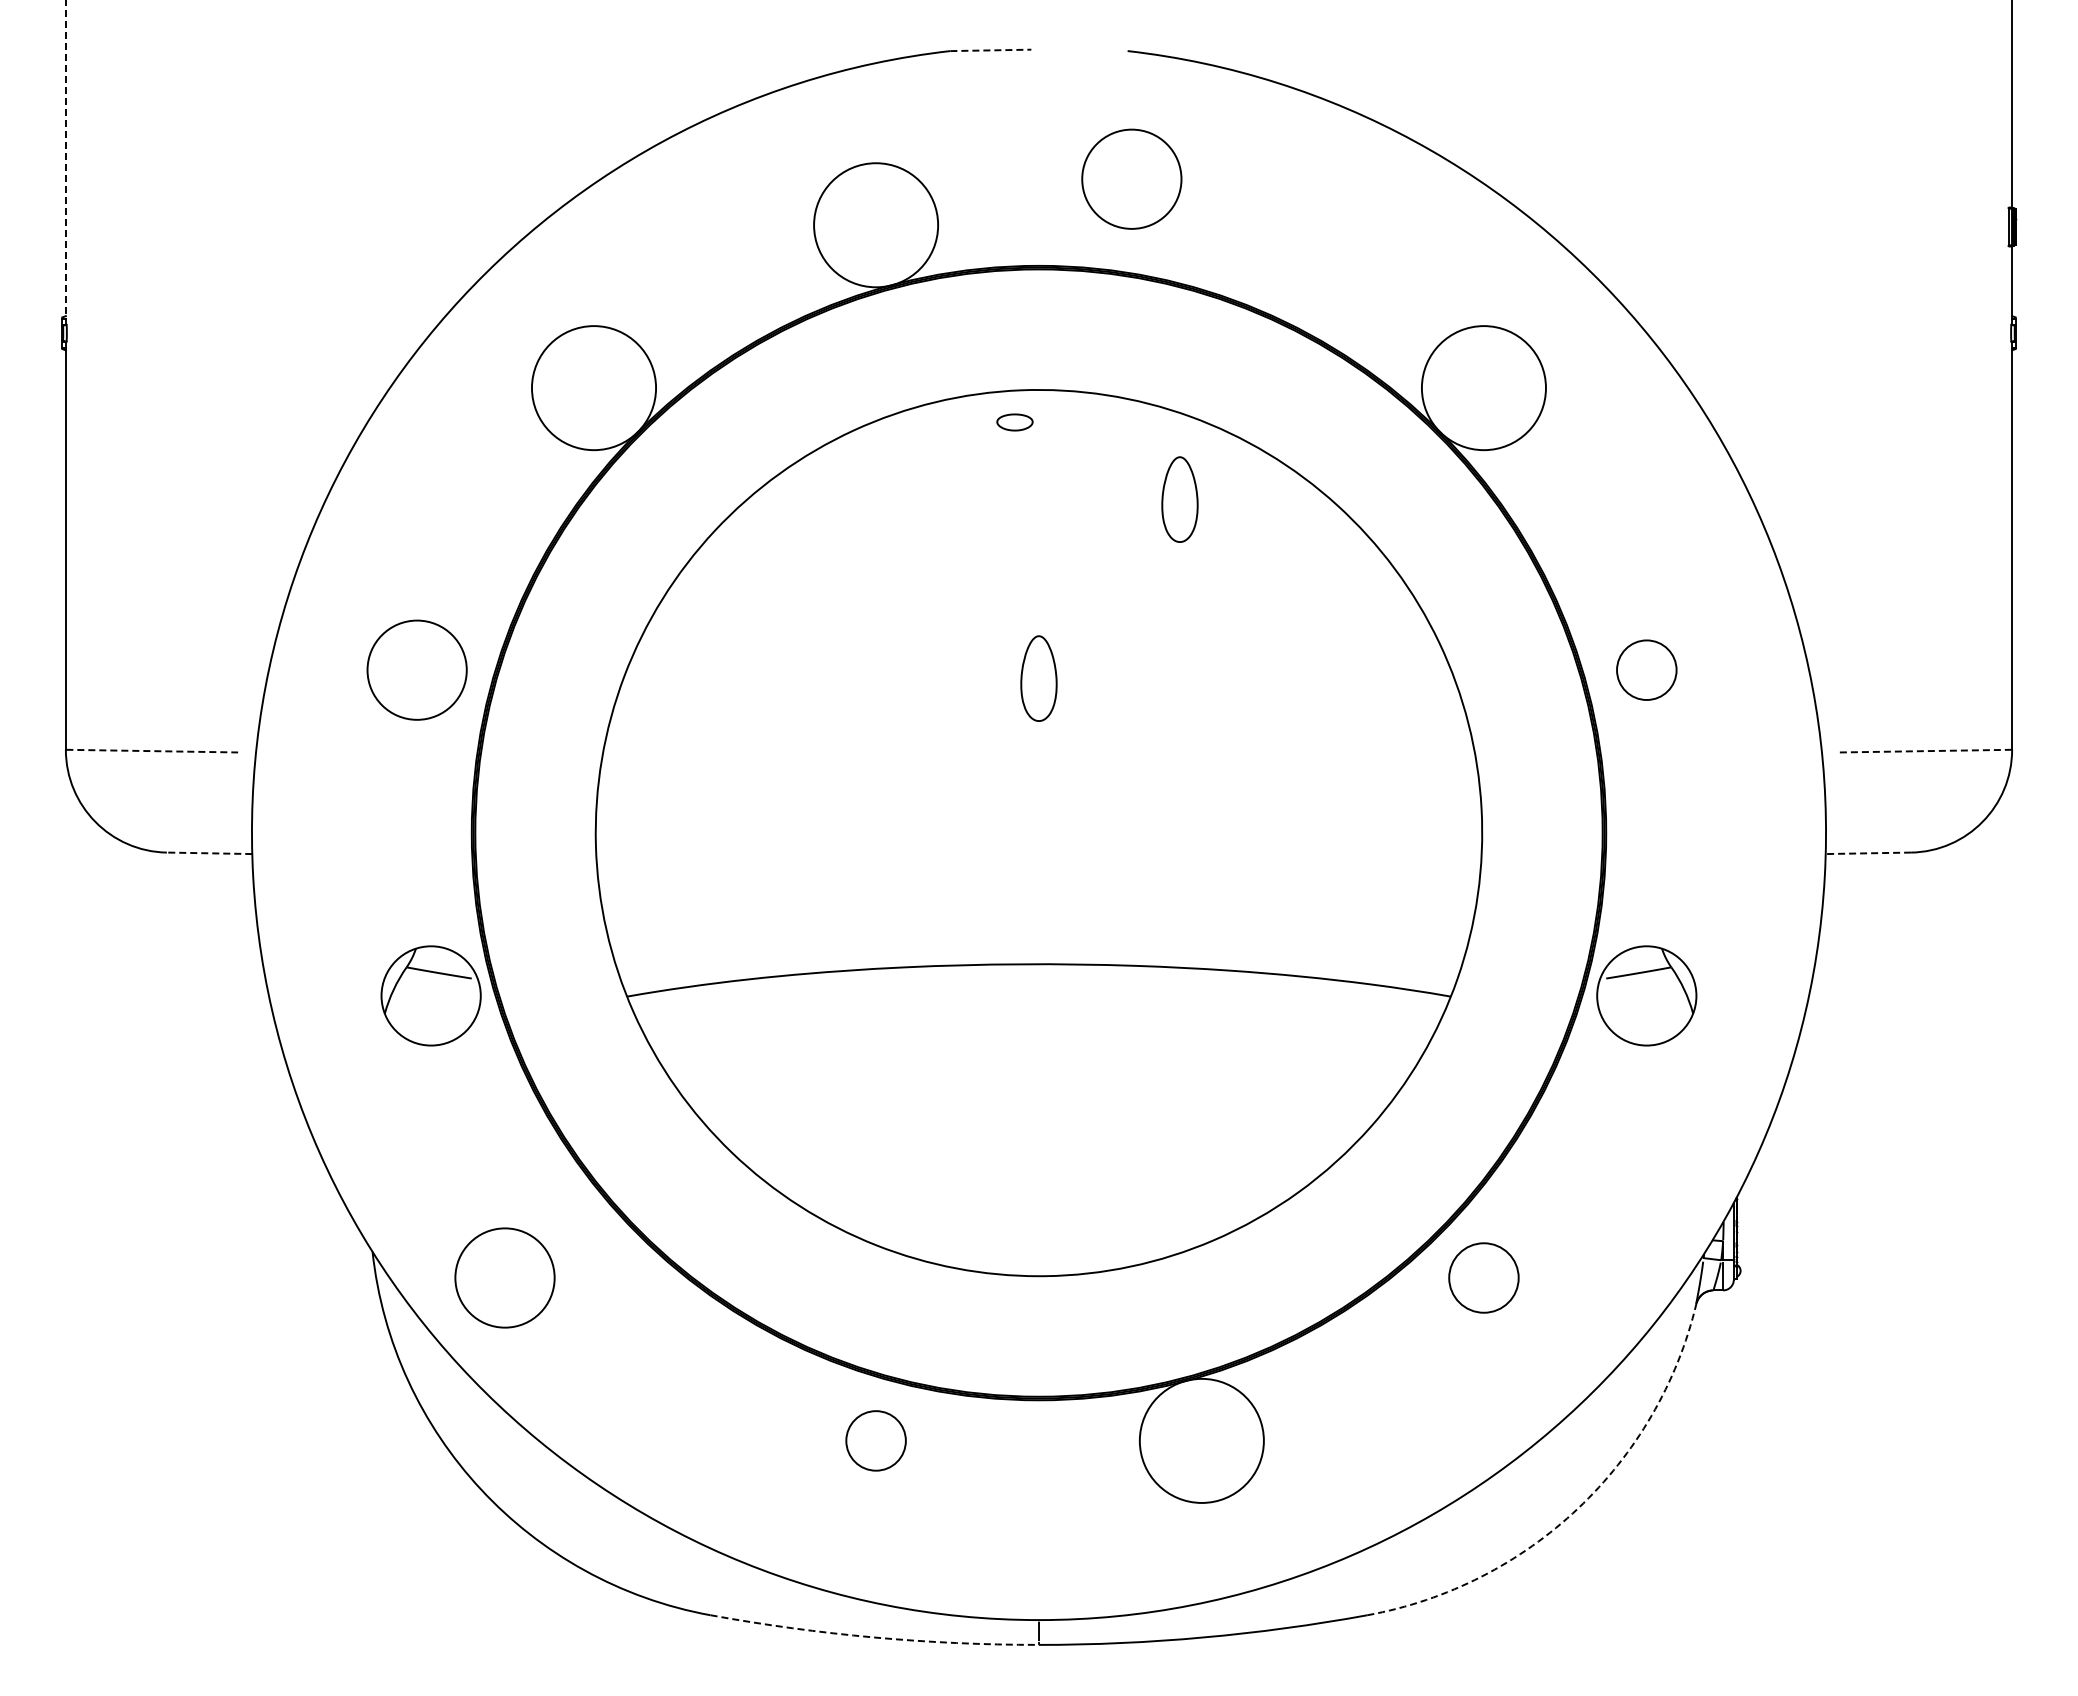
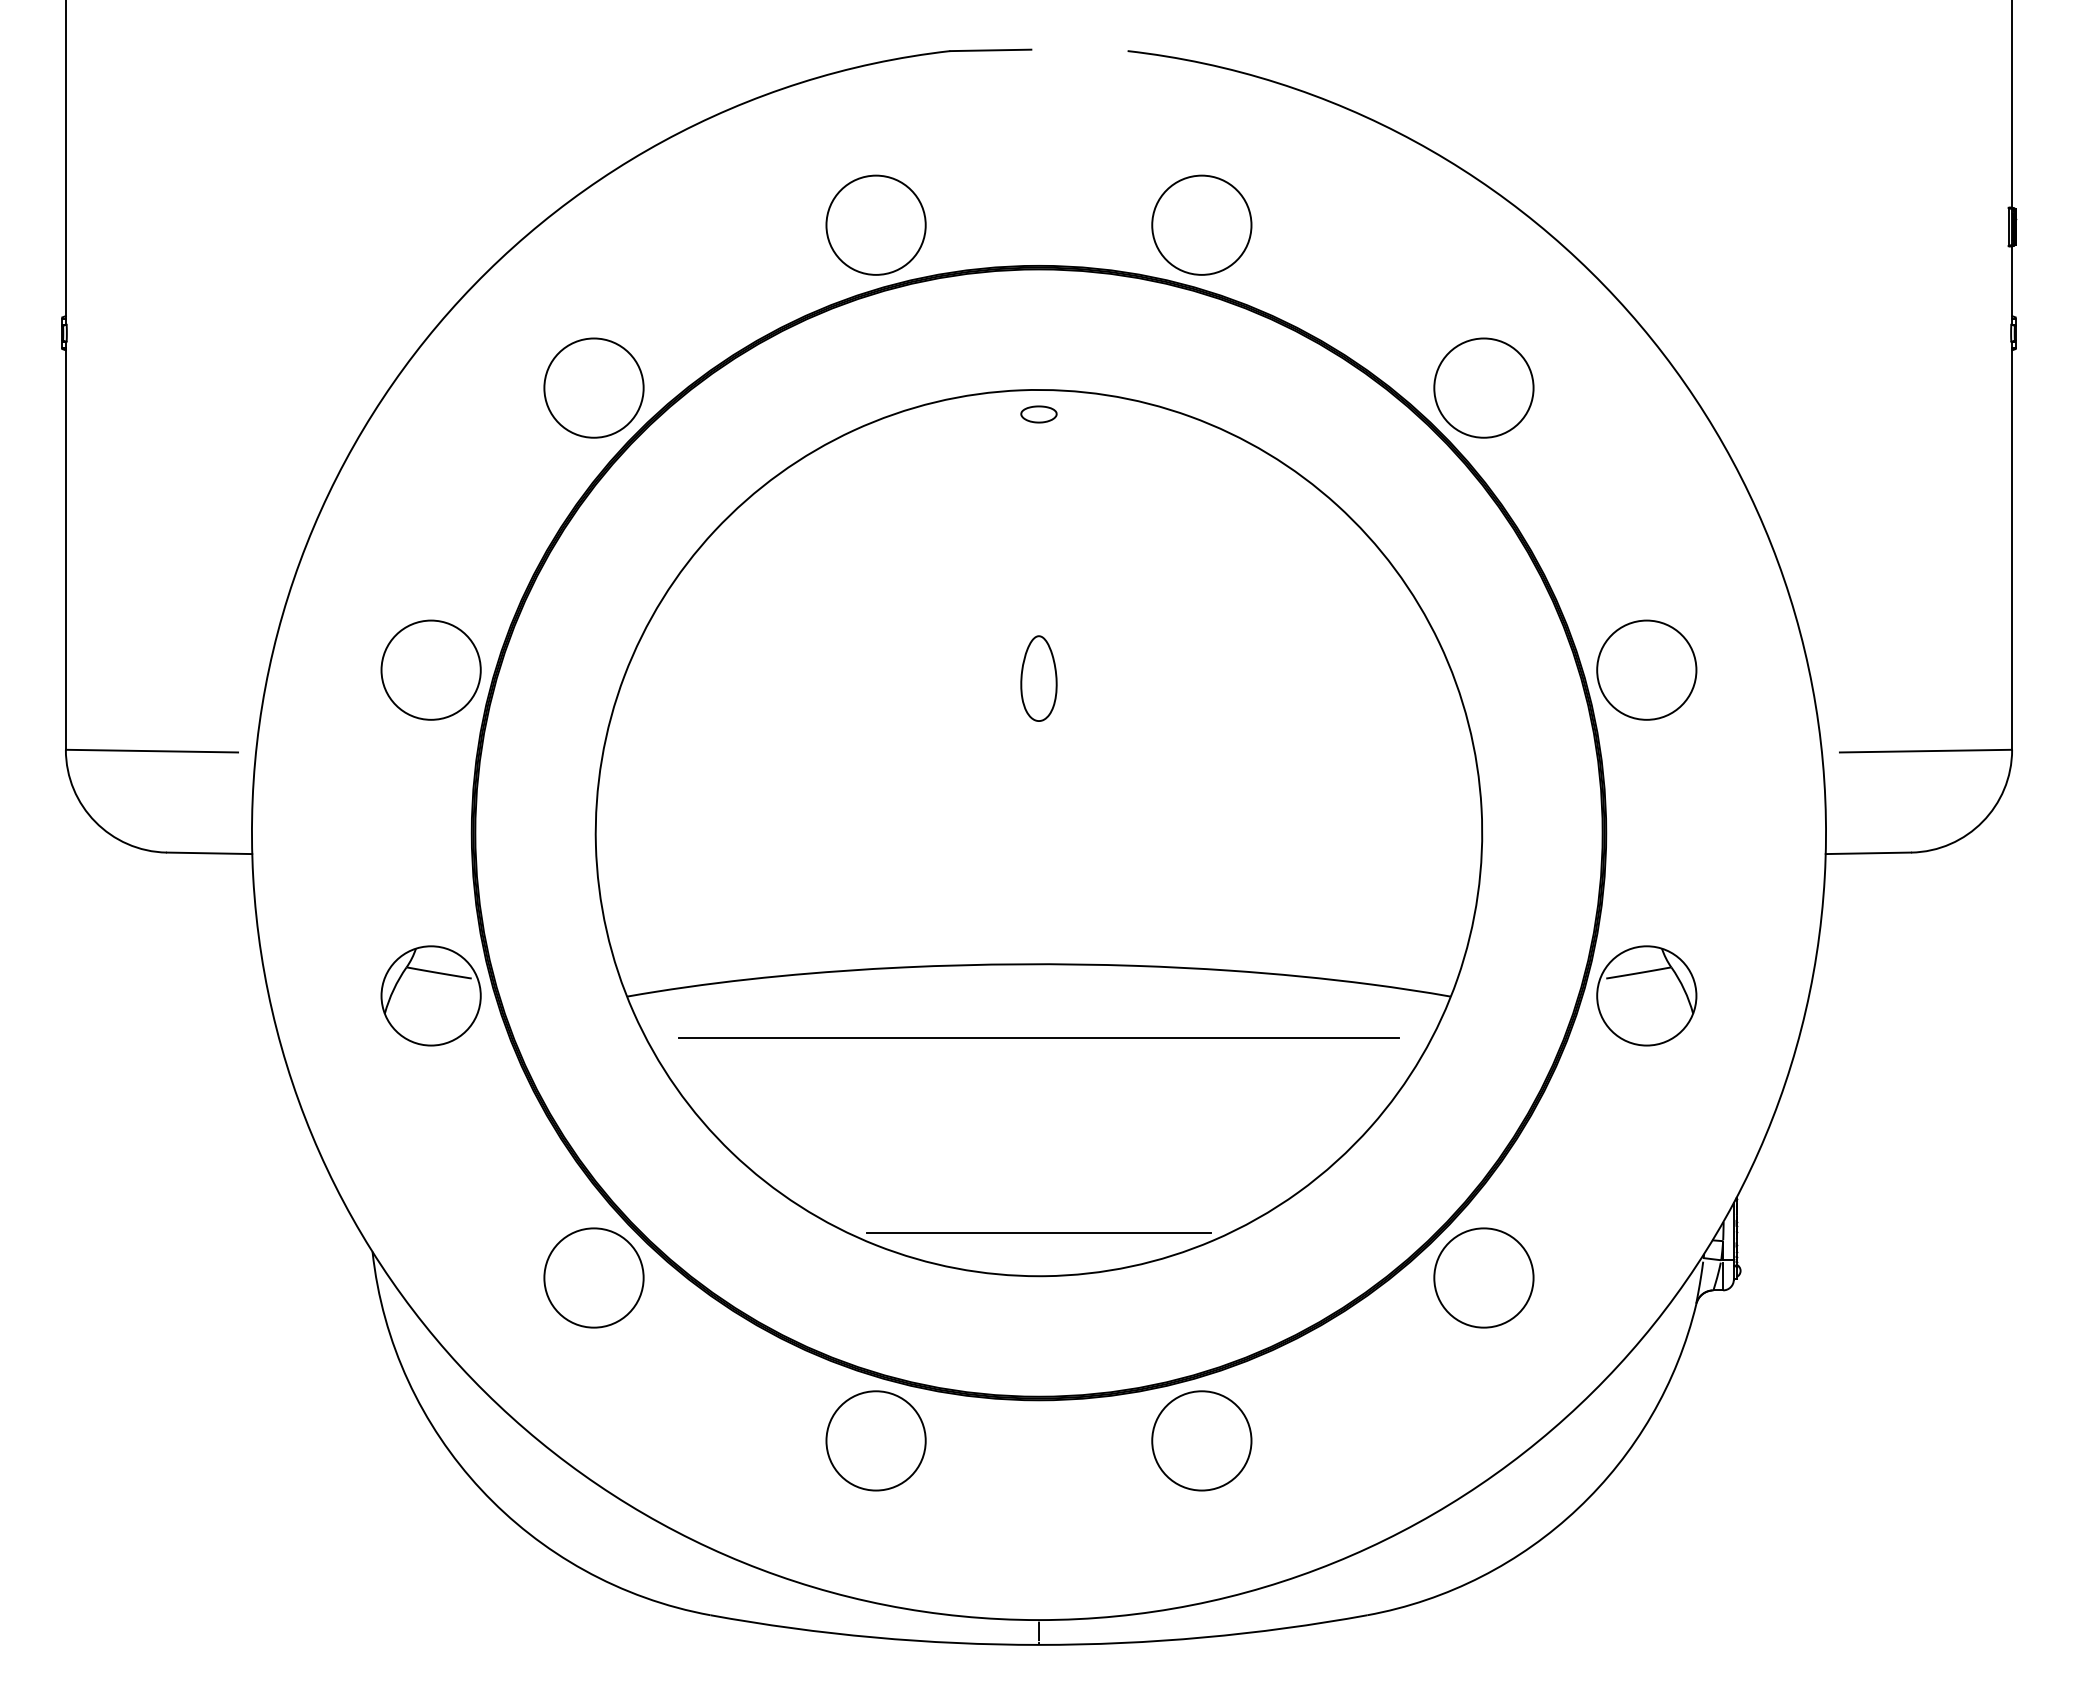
line at (991, 50): dashed -> solid
line at (65, 161): dashed -> solid
circle at (1131, 178) position: (1131, 178) -> (1201, 224)
circle at (876, 225) diameter: 124 px -> 99 px
circle at (593, 388) diameter: 124 px -> 99 px
circle at (1483, 388) diameter: 124 px -> 99 px
part at (1014, 422) position: (1014, 422) -> (1038, 414)
part at (1179, 499): present -> none
circle at (416, 669) position: (416, 669) -> (430, 669)
circle at (1646, 670) diameter: 60 px -> 99 px
line at (152, 751): dashed -> solid
line at (1925, 751): dashed -> solid
line at (209, 853): dashed -> solid
line at (1868, 853): dashed -> solid
line at (1038, 1037): none -> present
line at (1038, 1233): none -> present
circle at (504, 1277) position: (504, 1277) -> (593, 1277)
circle at (1483, 1277) diameter: 69 px -> 99 px
circle at (875, 1440) diameter: 60 px -> 99 px
circle at (1201, 1440) diameter: 124 px -> 99 px
arc at (1578, 1508): dashed -> solid
arc at (874, 1637): dashed -> solid
